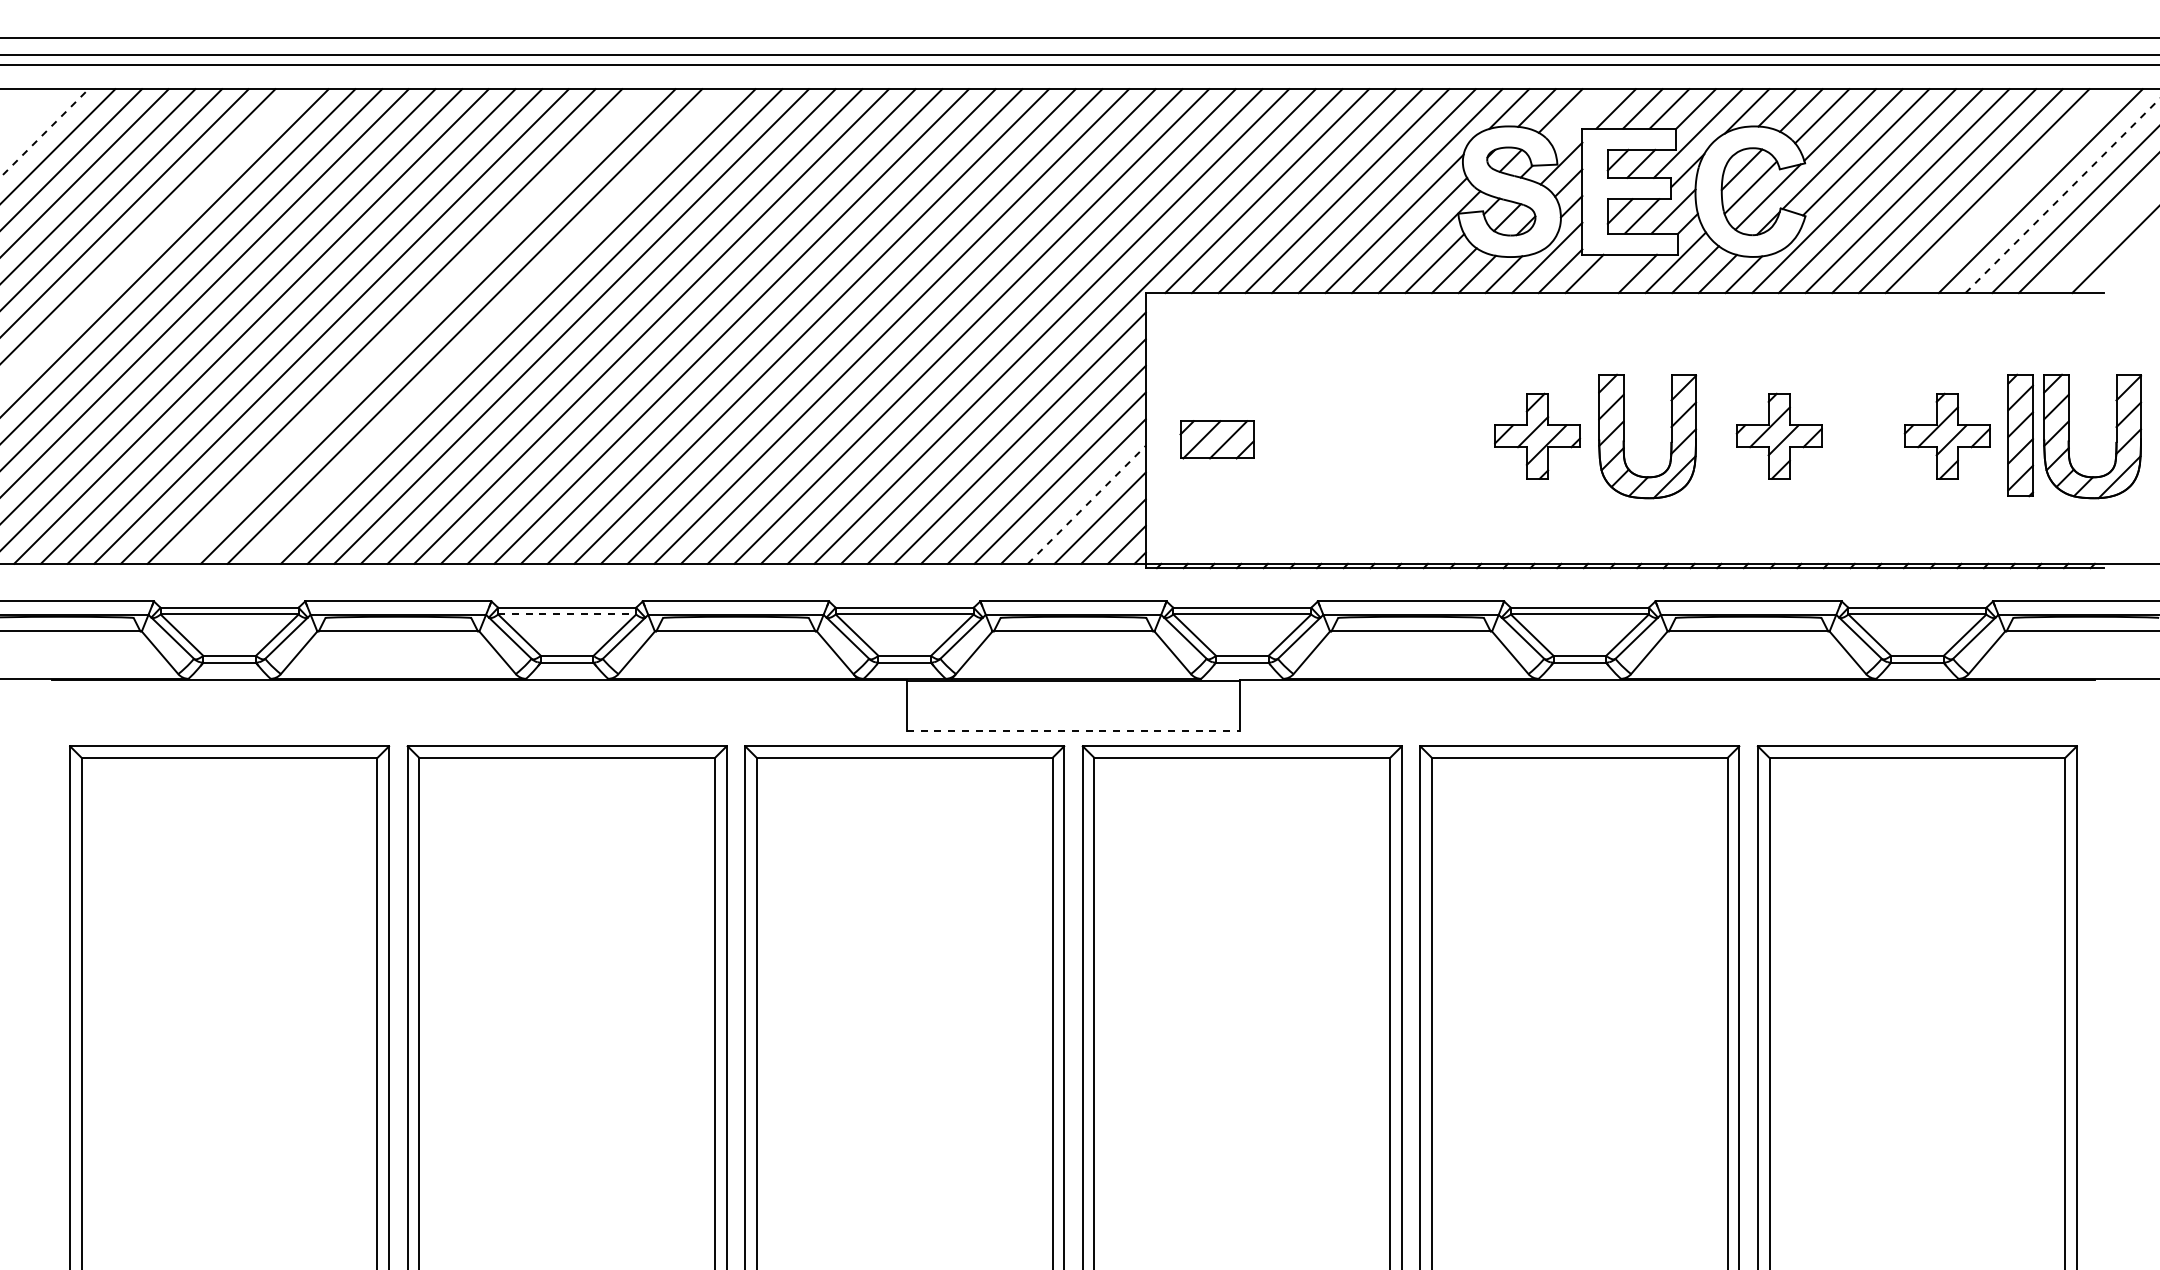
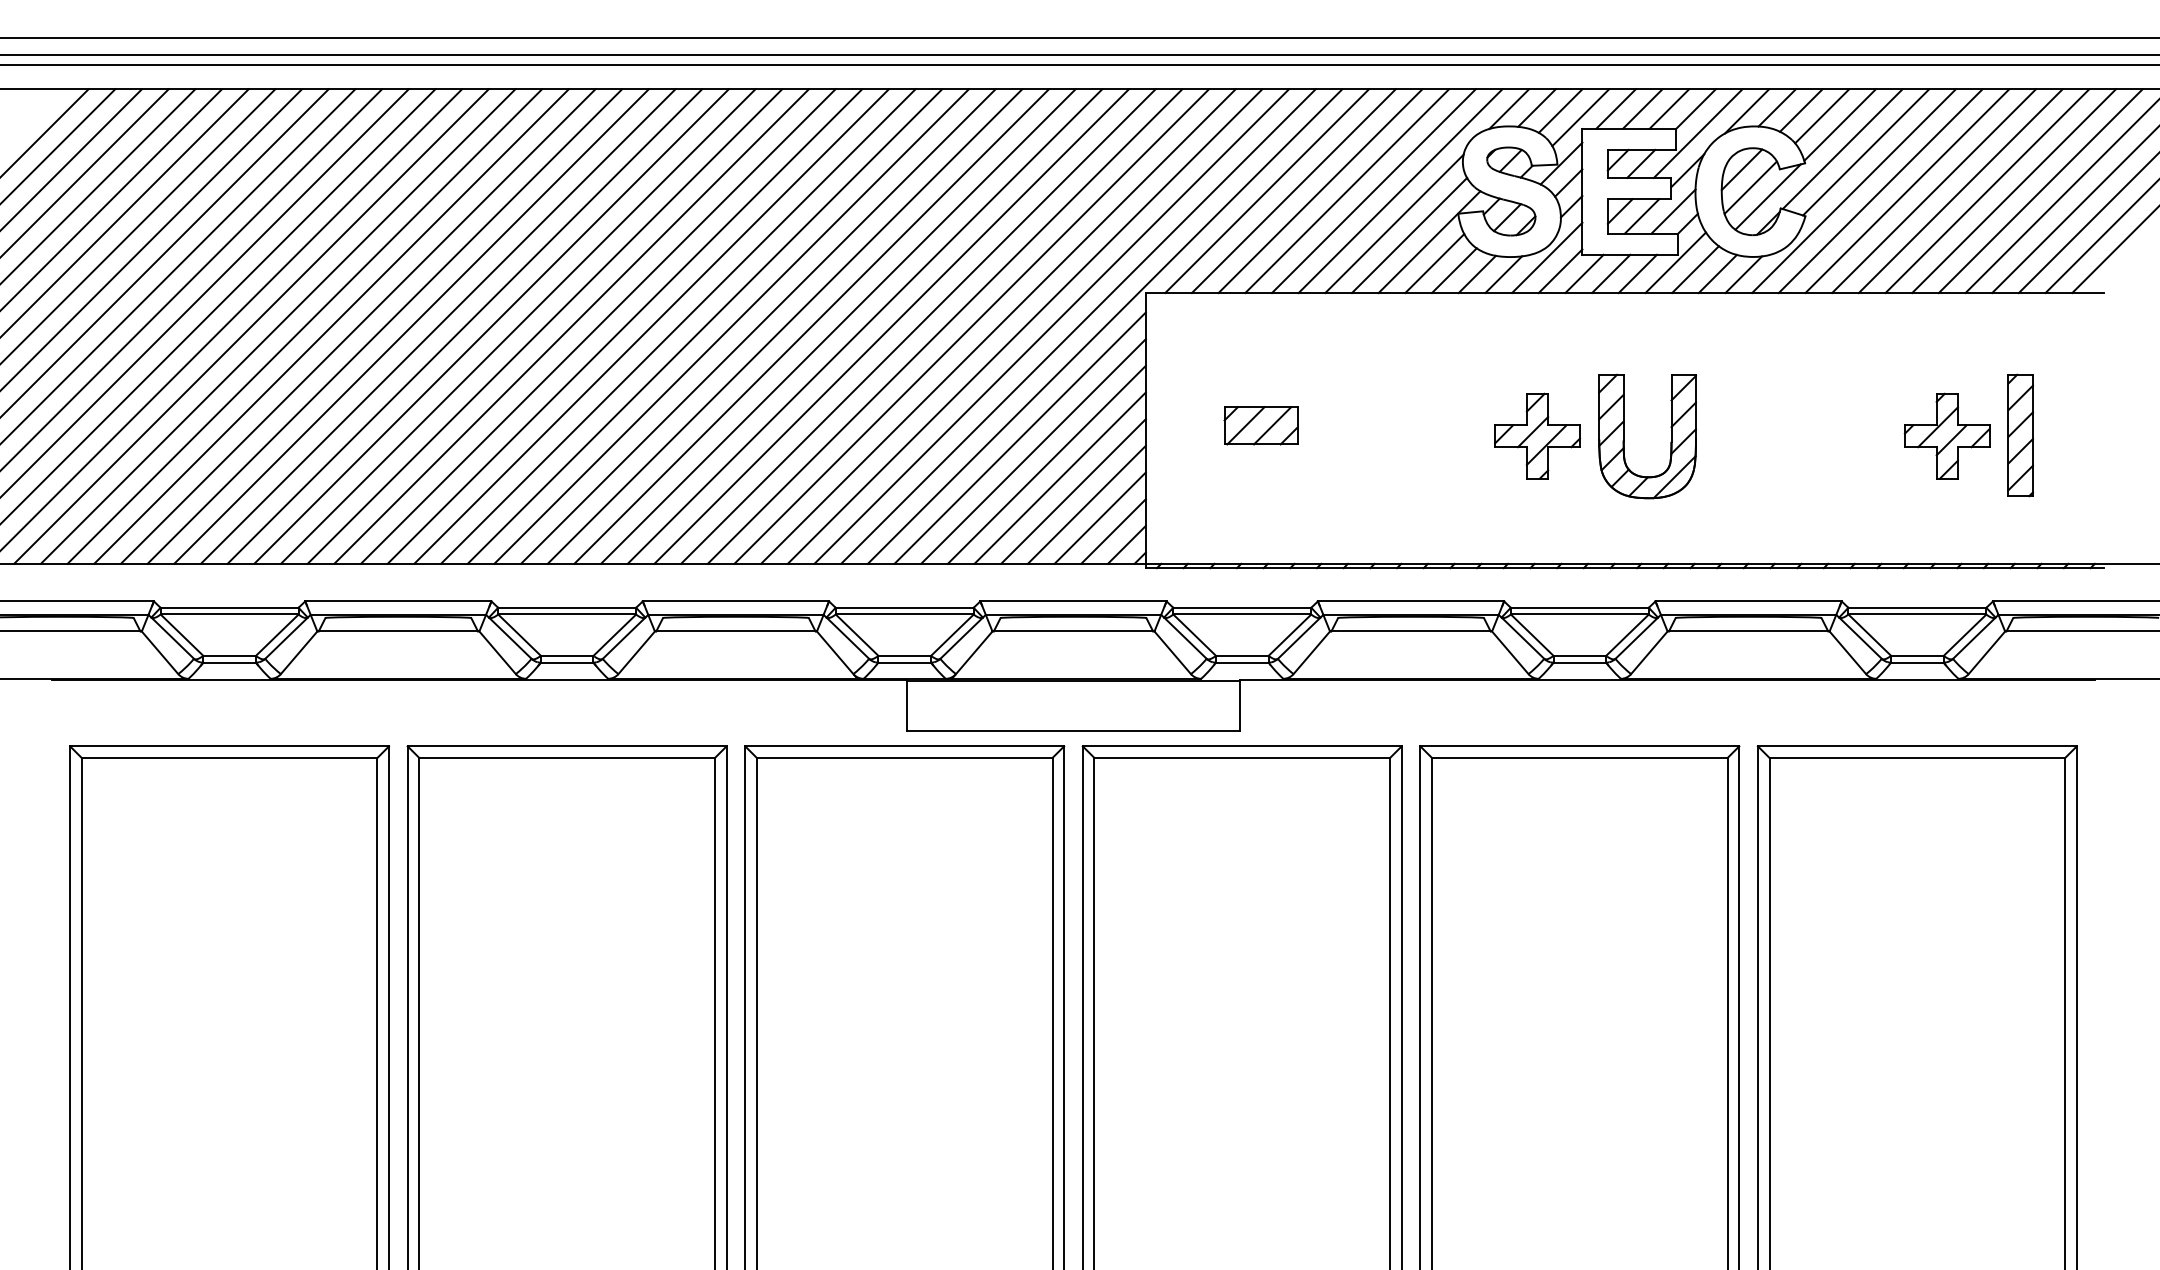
line at (1580, 117): none -> present
line at (44, 132): dashed -> solid
line at (2014, 191): none -> present
line at (2062, 195): dashed -> solid
line at (2100, 237): none -> present
line at (152, 239): none -> present
line at (1611, 273): none -> present
line at (411, 326): none -> present
line at (491, 326): none -> present
part at (1778, 435): present -> none
part at (2069, 436): present -> none
part at (1216, 439) position: (1216, 439) -> (1260, 425)
line at (1087, 504): dashed -> solid
line at (567, 614): dashed -> solid
line at (1073, 730): dashed -> solid
